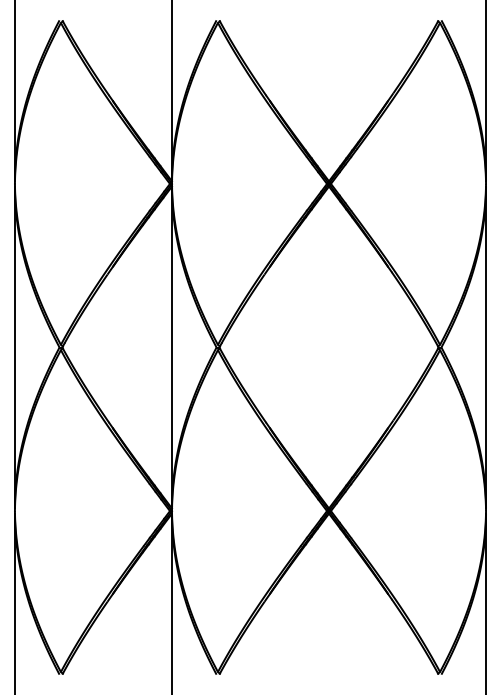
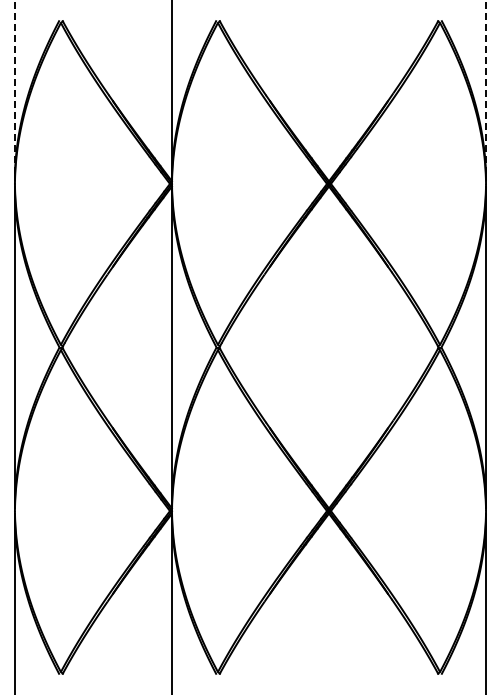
line at (14, 91): solid -> dashed
line at (486, 91): solid -> dashed
